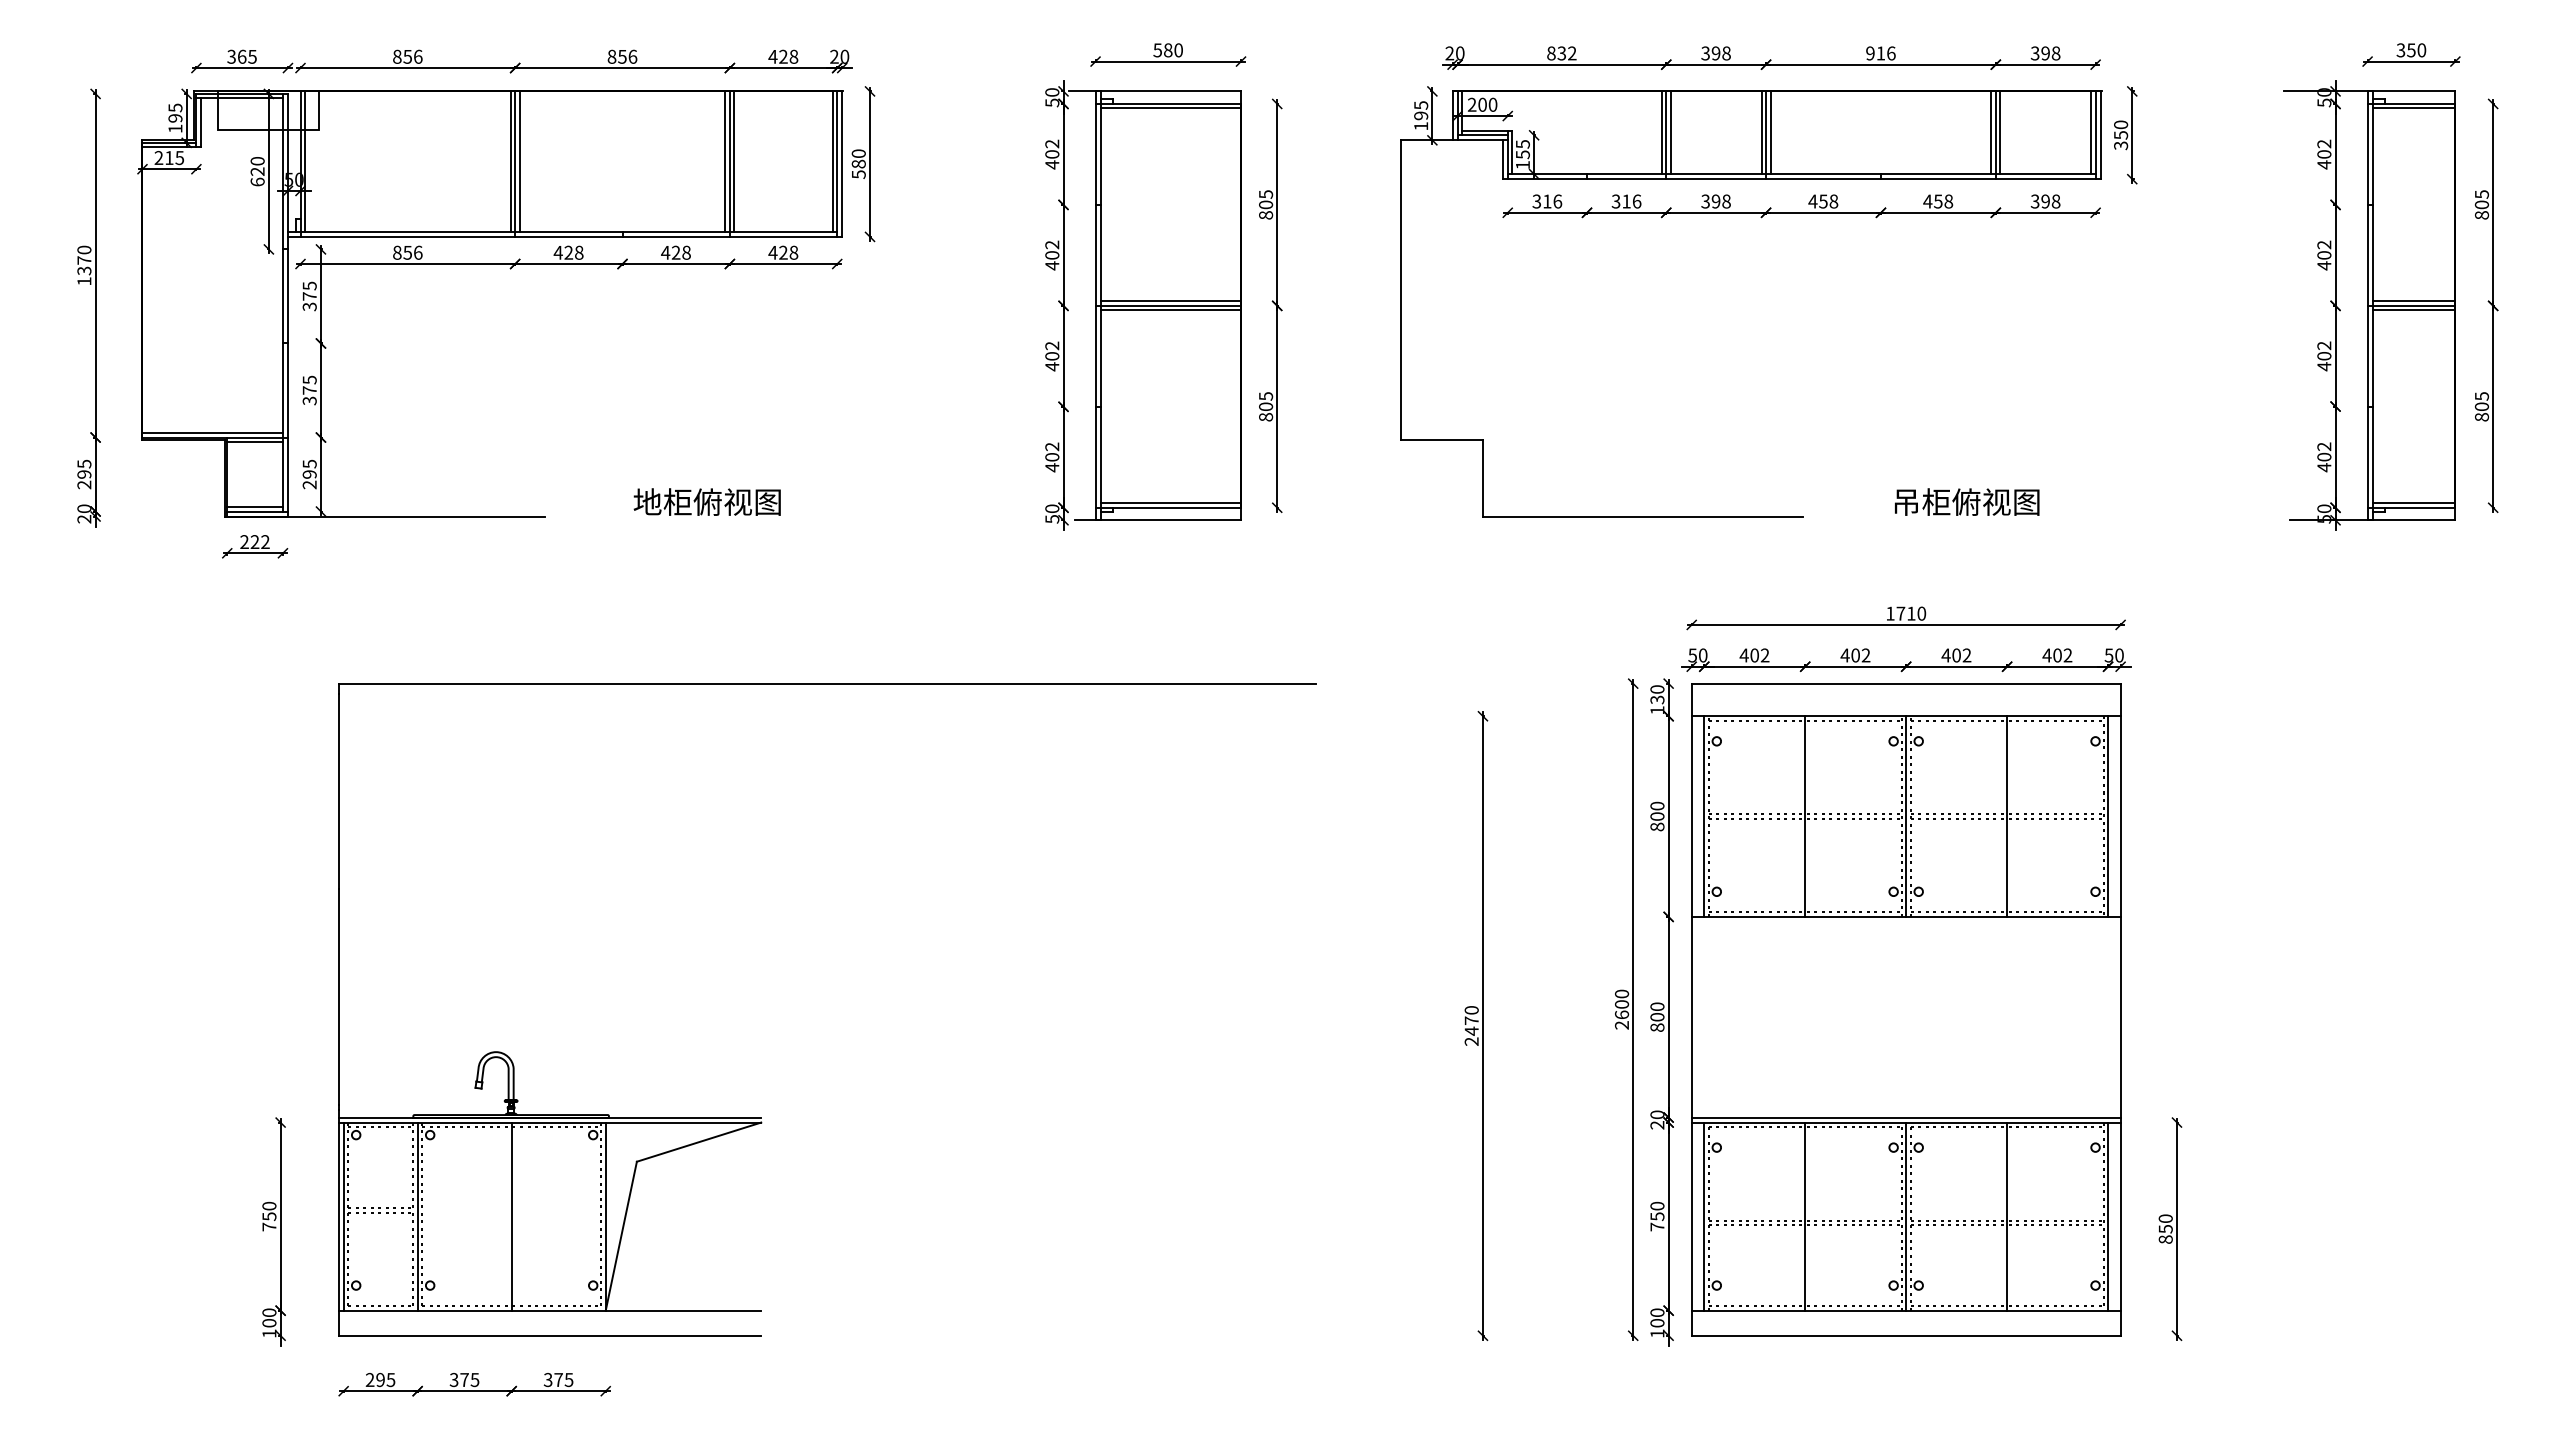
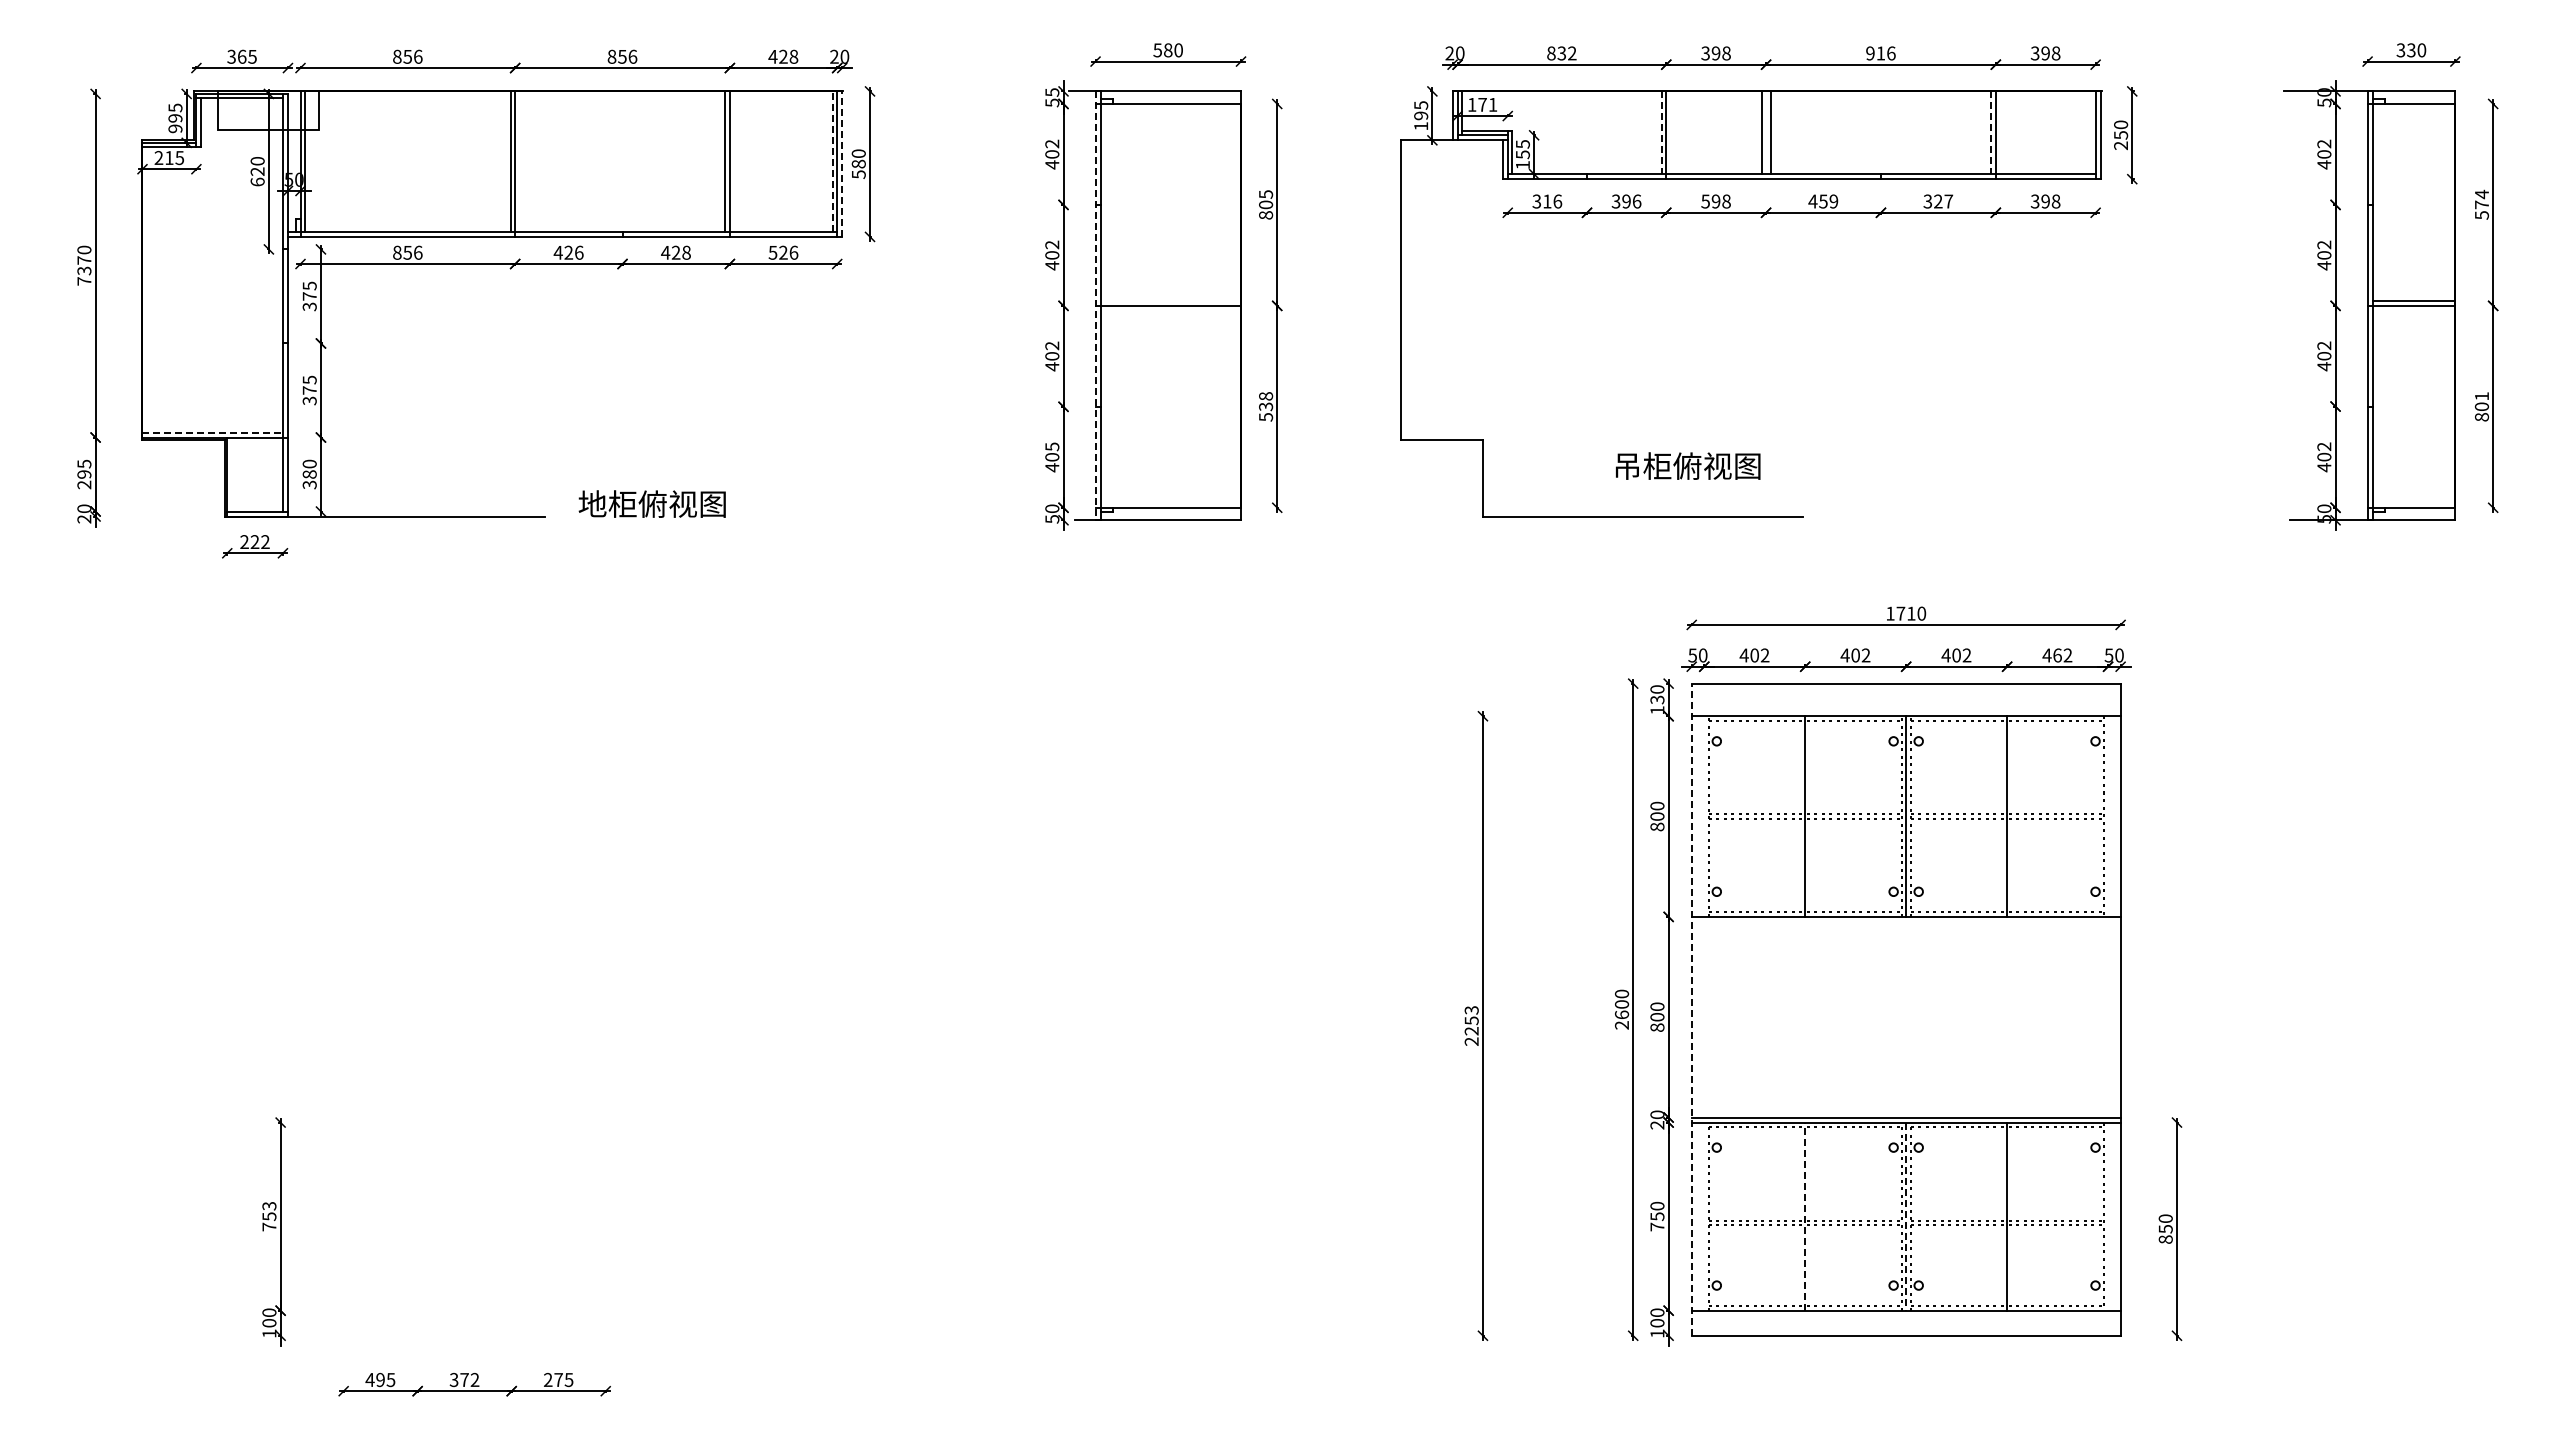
text at (2411, 49): 350 -> 330
text at (1052, 92): 50 -> 55
text at (1482, 104): 200 -> 171
line at (1170, 108): present -> none
line at (2413, 108): present -> none
text at (175, 128): 195 -> 995
line at (1670, 132): present -> none
line at (2000, 132): present -> none
line at (2091, 132): present -> none
line at (1661, 133): solid -> dashed
line at (1991, 133): solid -> dashed
line at (1766, 135): present -> none
text at (2121, 145): 350 -> 250
line at (519, 161): present -> none
line at (734, 161): present -> none
line at (832, 161): solid -> dashed
line at (842, 164): solid -> dashed
text at (1626, 201): 316 -> 396
text at (1705, 201): 398 -> 598
text at (1833, 201): 458 -> 459
text at (1938, 201): 458 -> 327
text at (2481, 204): 805 -> 574
text at (579, 252): 428 -> 426
text at (783, 252): 428 -> 526
text at (84, 281): 1370 -> 7370
line at (1170, 301): present -> none
line at (1095, 306): solid -> dashed
line at (1170, 310): present -> none
line at (2413, 310): present -> none
text at (2482, 396): 805 -> 801
text at (1265, 406): 805 -> 538
line at (213, 433): solid -> dashed
line at (254, 442): present -> none
text at (1052, 446): 402 -> 405
text at (309, 474): 295 -> 380
text at (706, 501) position: (706, 501) -> (651, 503)
text at (1967, 501) position: (1967, 501) -> (1688, 465)
line at (1170, 503): present -> none
line at (2413, 503): present -> none
line at (254, 507): present -> none
text at (2057, 655): 402 -> 462
line at (1704, 816): present -> none
line at (2108, 816): present -> none
line at (1691, 1009): solid -> dashed
text at (1471, 1020): 2470 -> 2253
part at (761, 1117): present -> none
text at (269, 1205): 750 -> 753
line at (1704, 1216): present -> none
line at (1805, 1216): solid -> dashed
line at (2108, 1216): present -> none
line at (1906, 1217): solid -> dashed
text at (369, 1379): 295 -> 495
text at (474, 1379): 375 -> 372
text at (547, 1380): 375 -> 275
